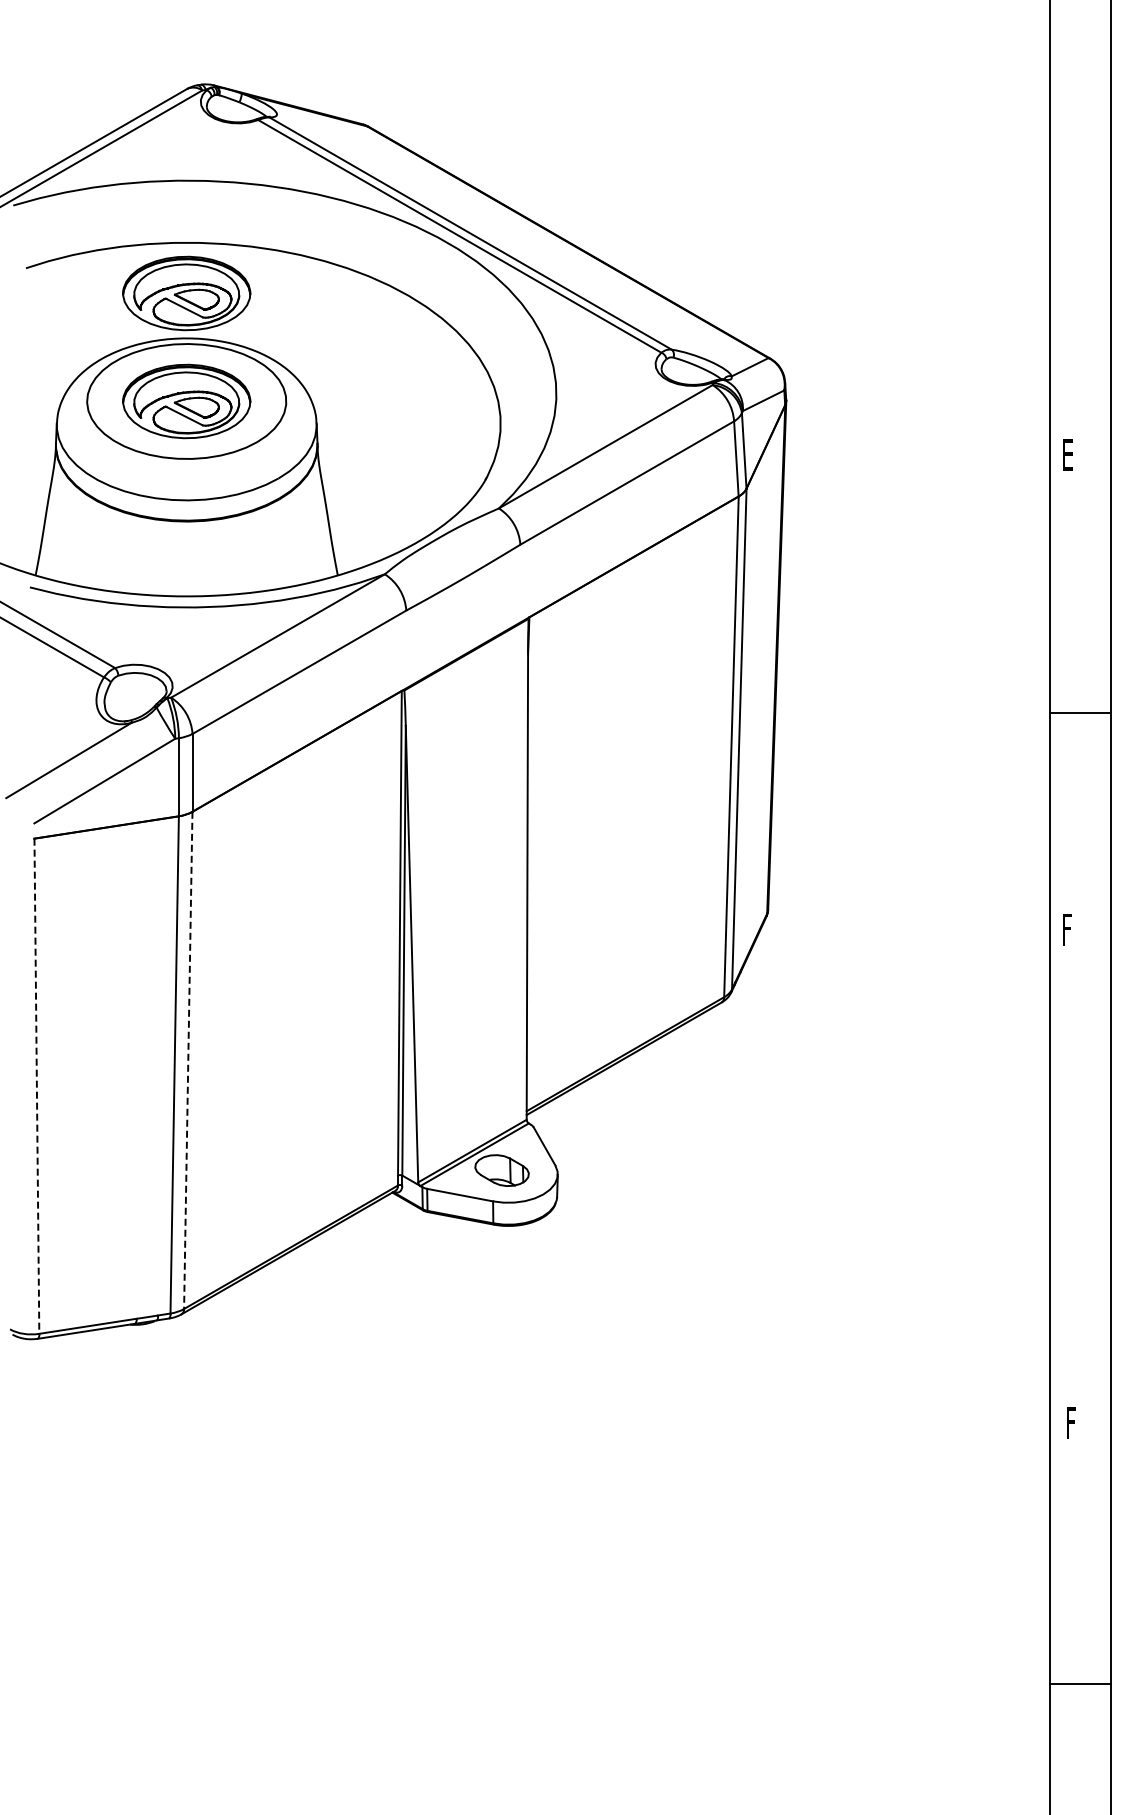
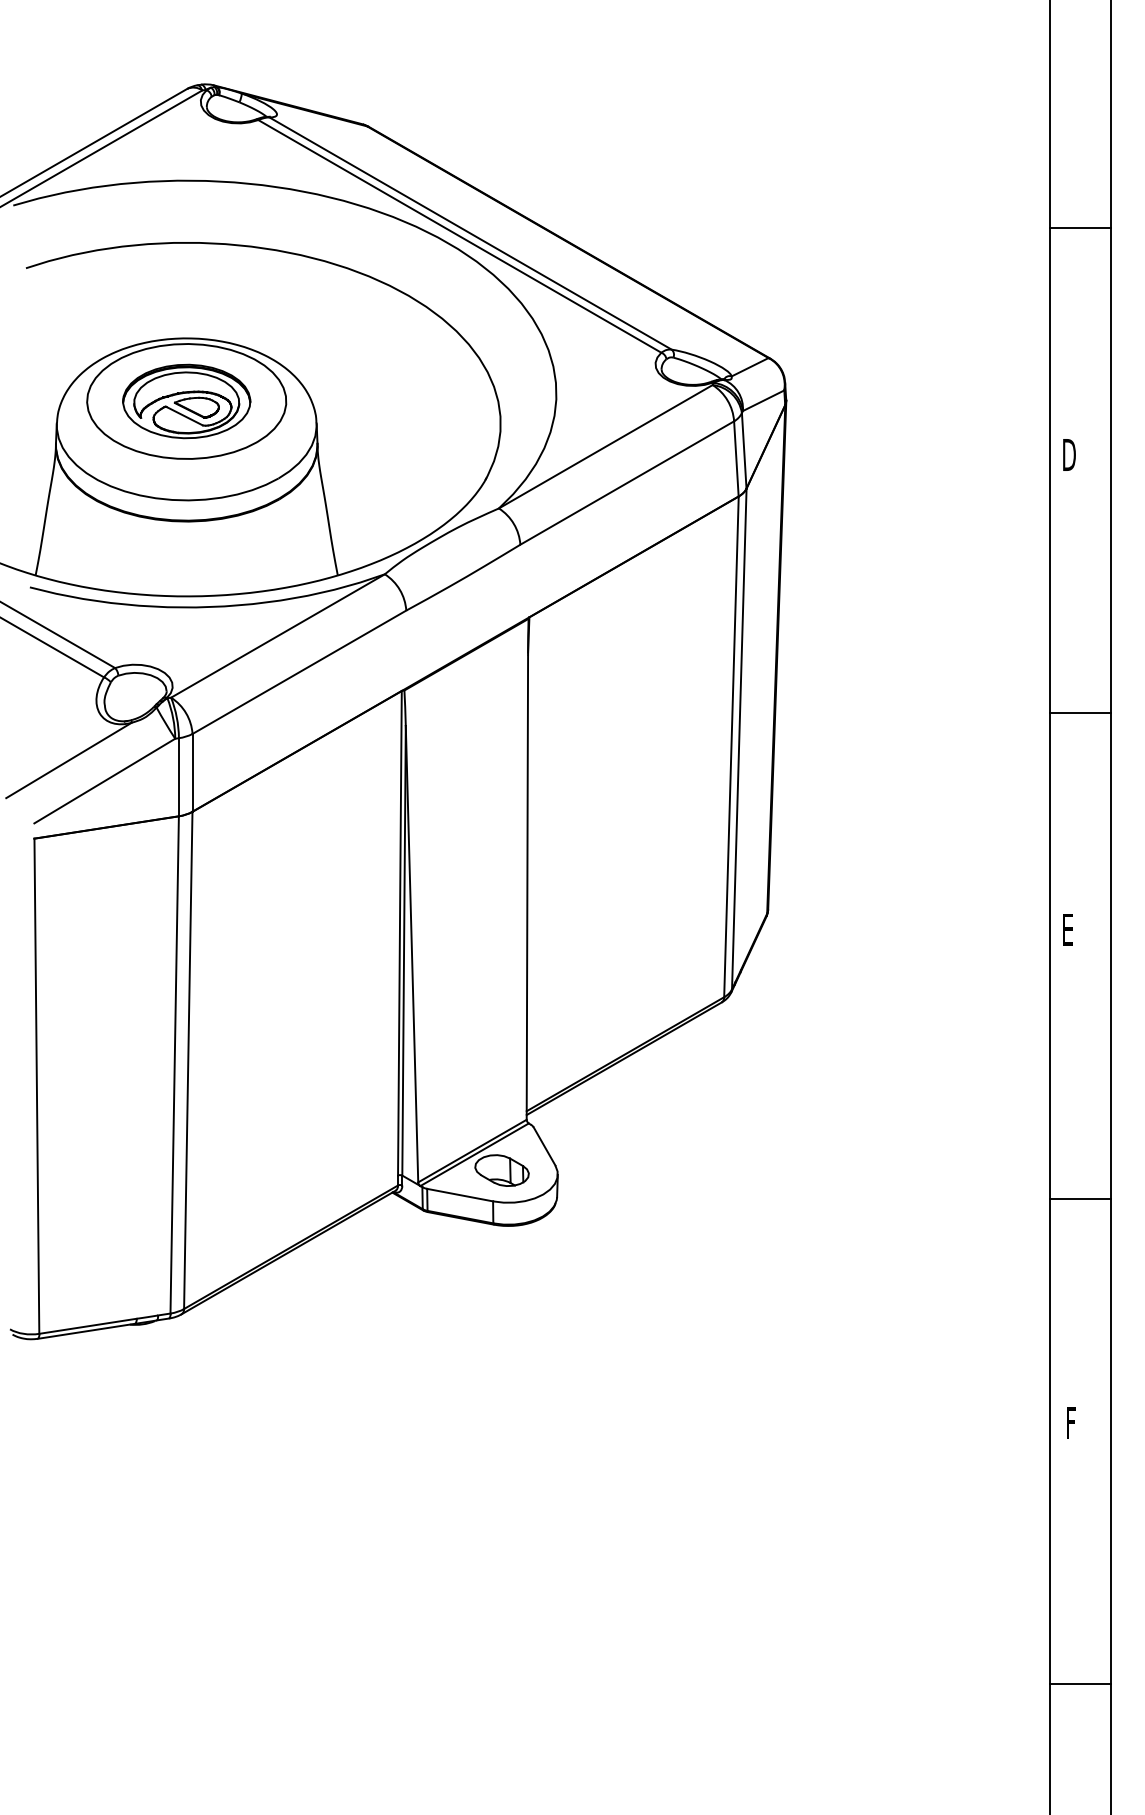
line at (1079, 228): none -> present
part at (186, 293): present -> none
text at (1069, 454): E -> D
text at (1068, 929): F -> E
line at (188, 1060): dashed -> solid
line at (36, 1086): dashed -> solid
line at (1079, 1198): none -> present
